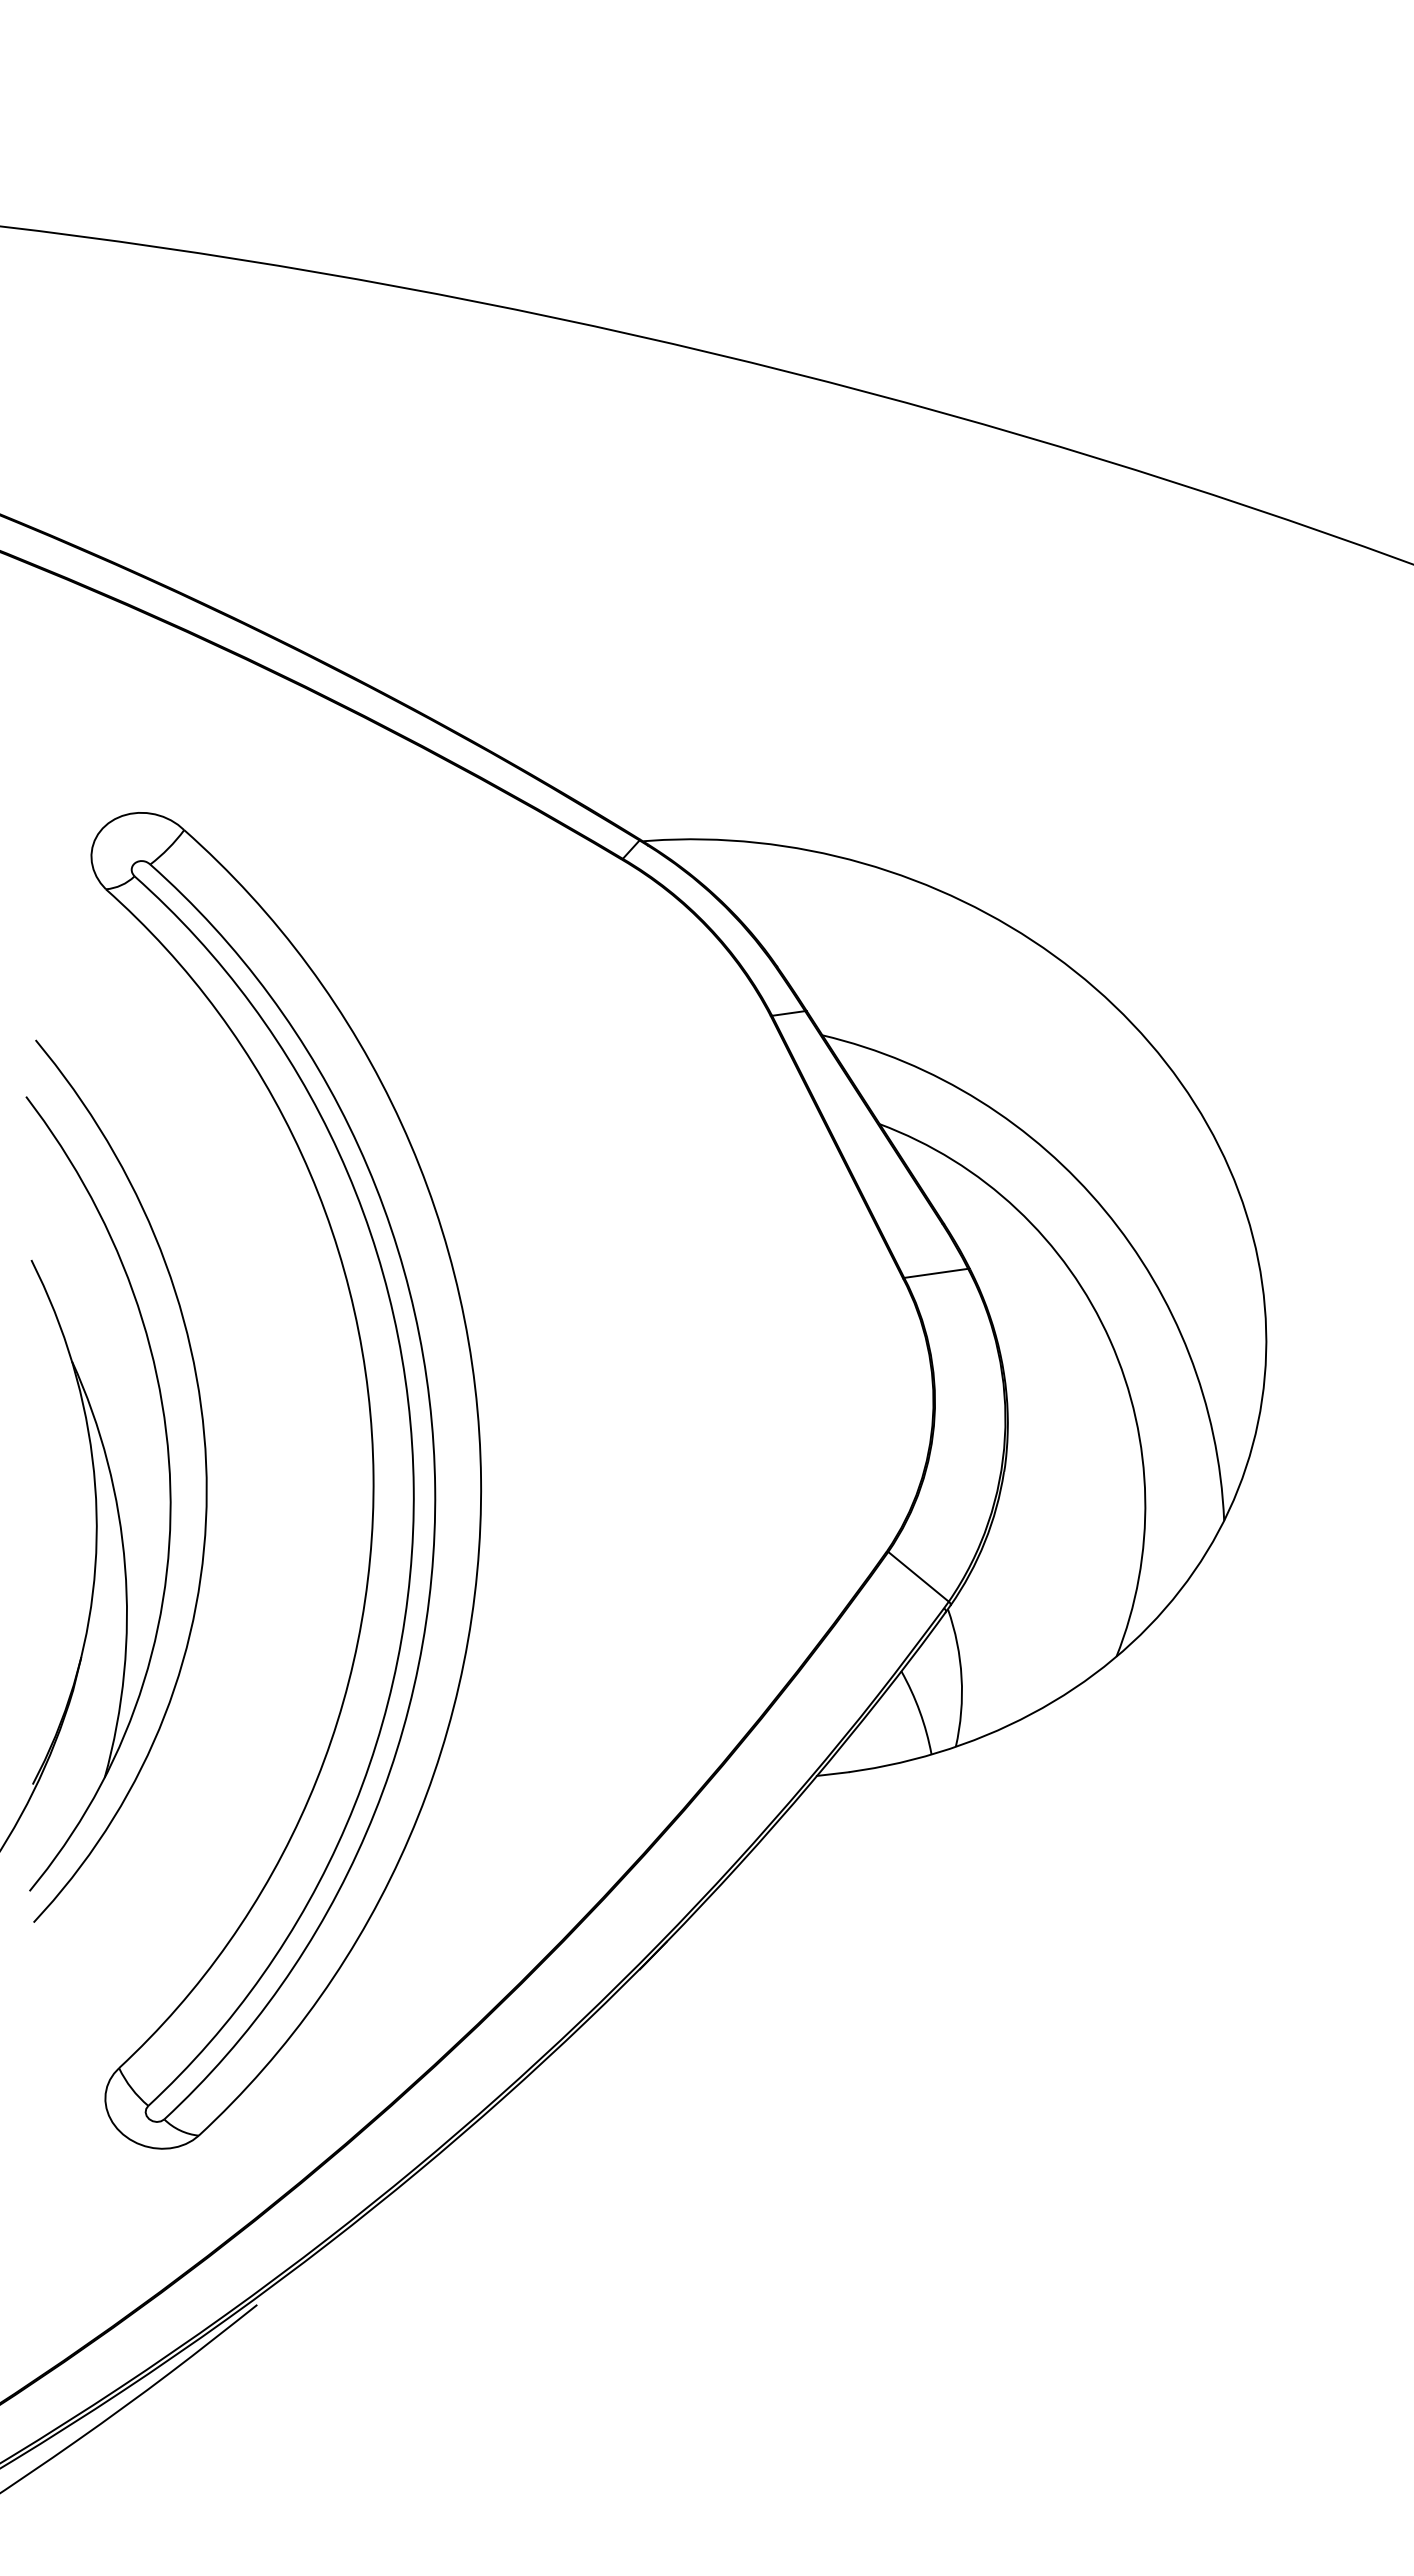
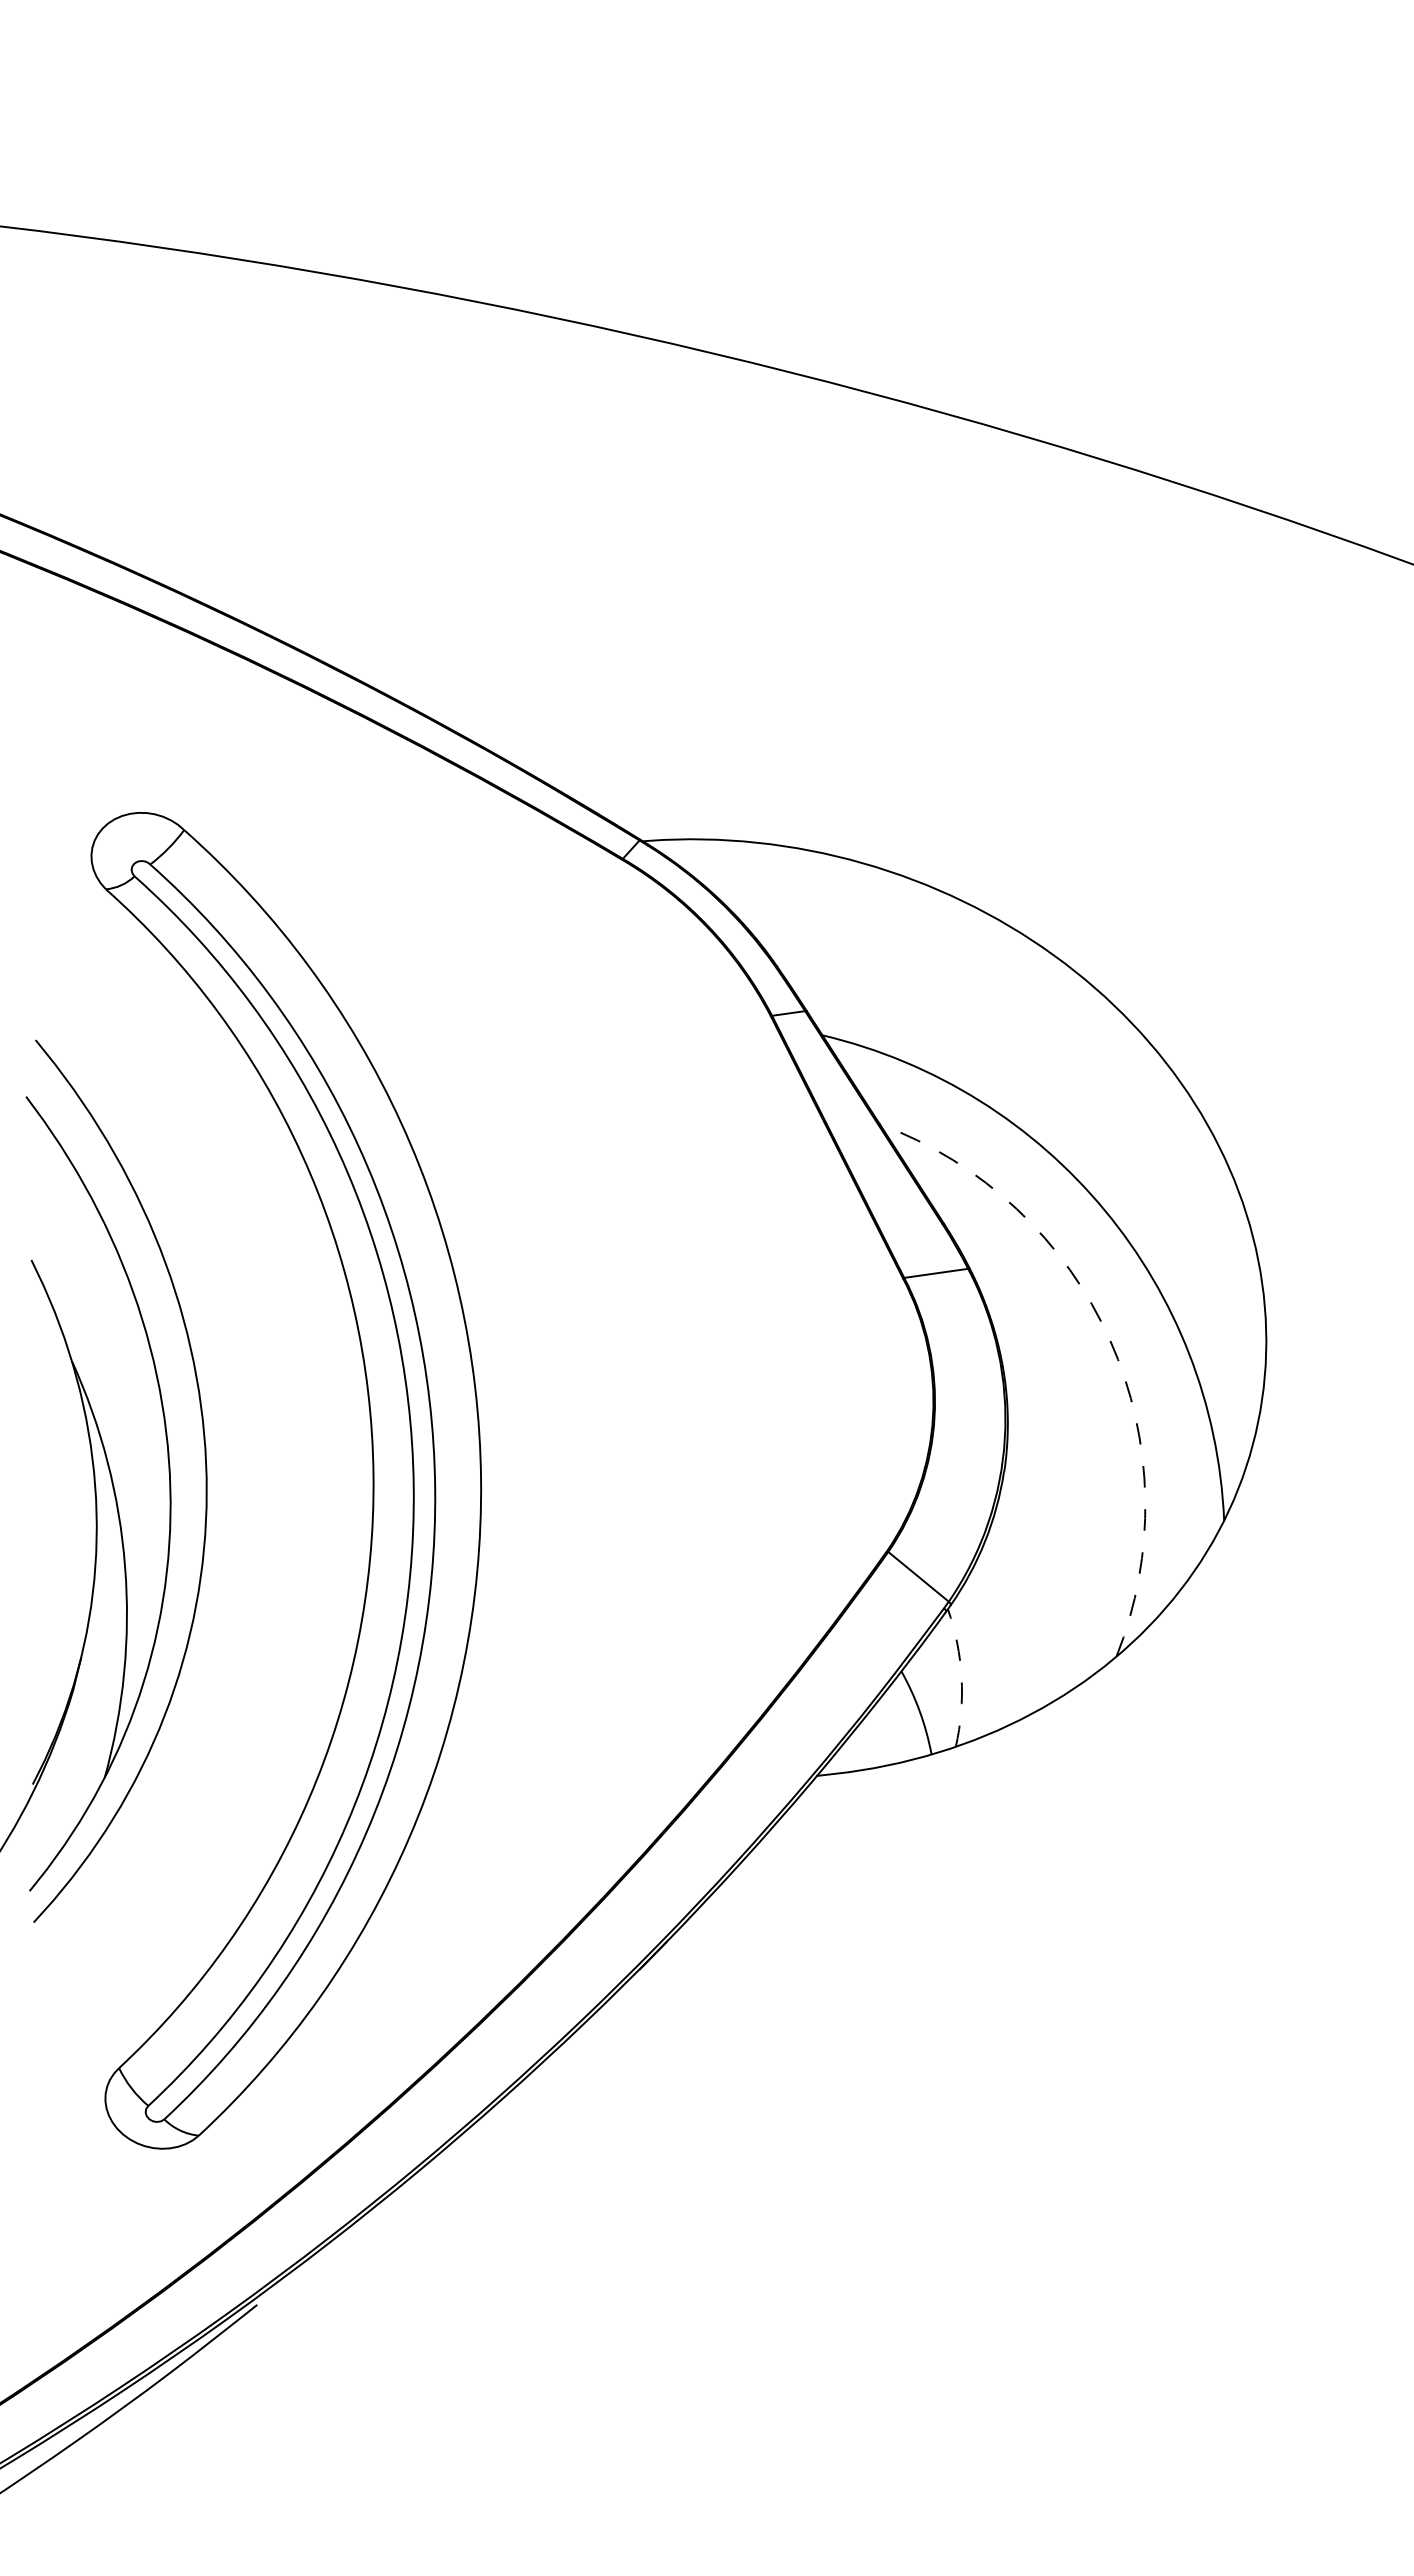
arc at (1110, 1340): solid -> dashed
arc at (961, 1677): solid -> dashed
